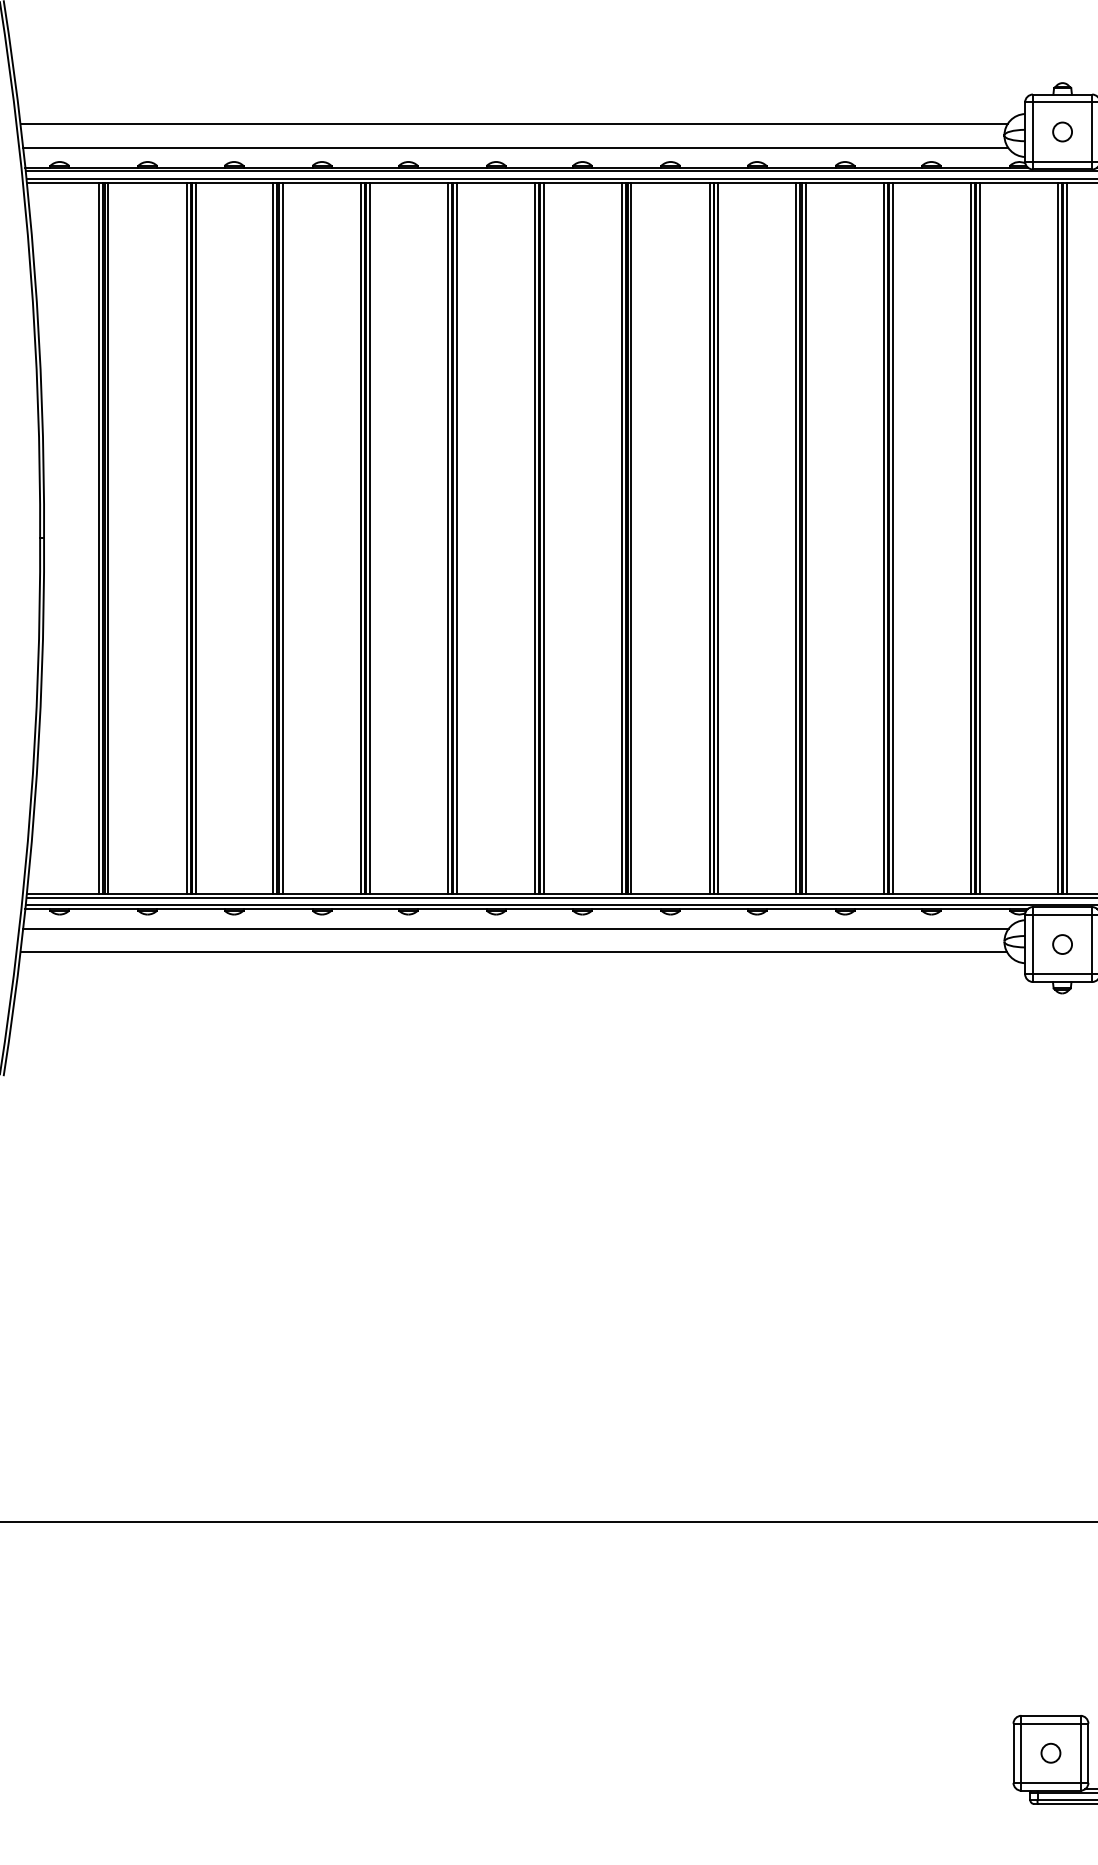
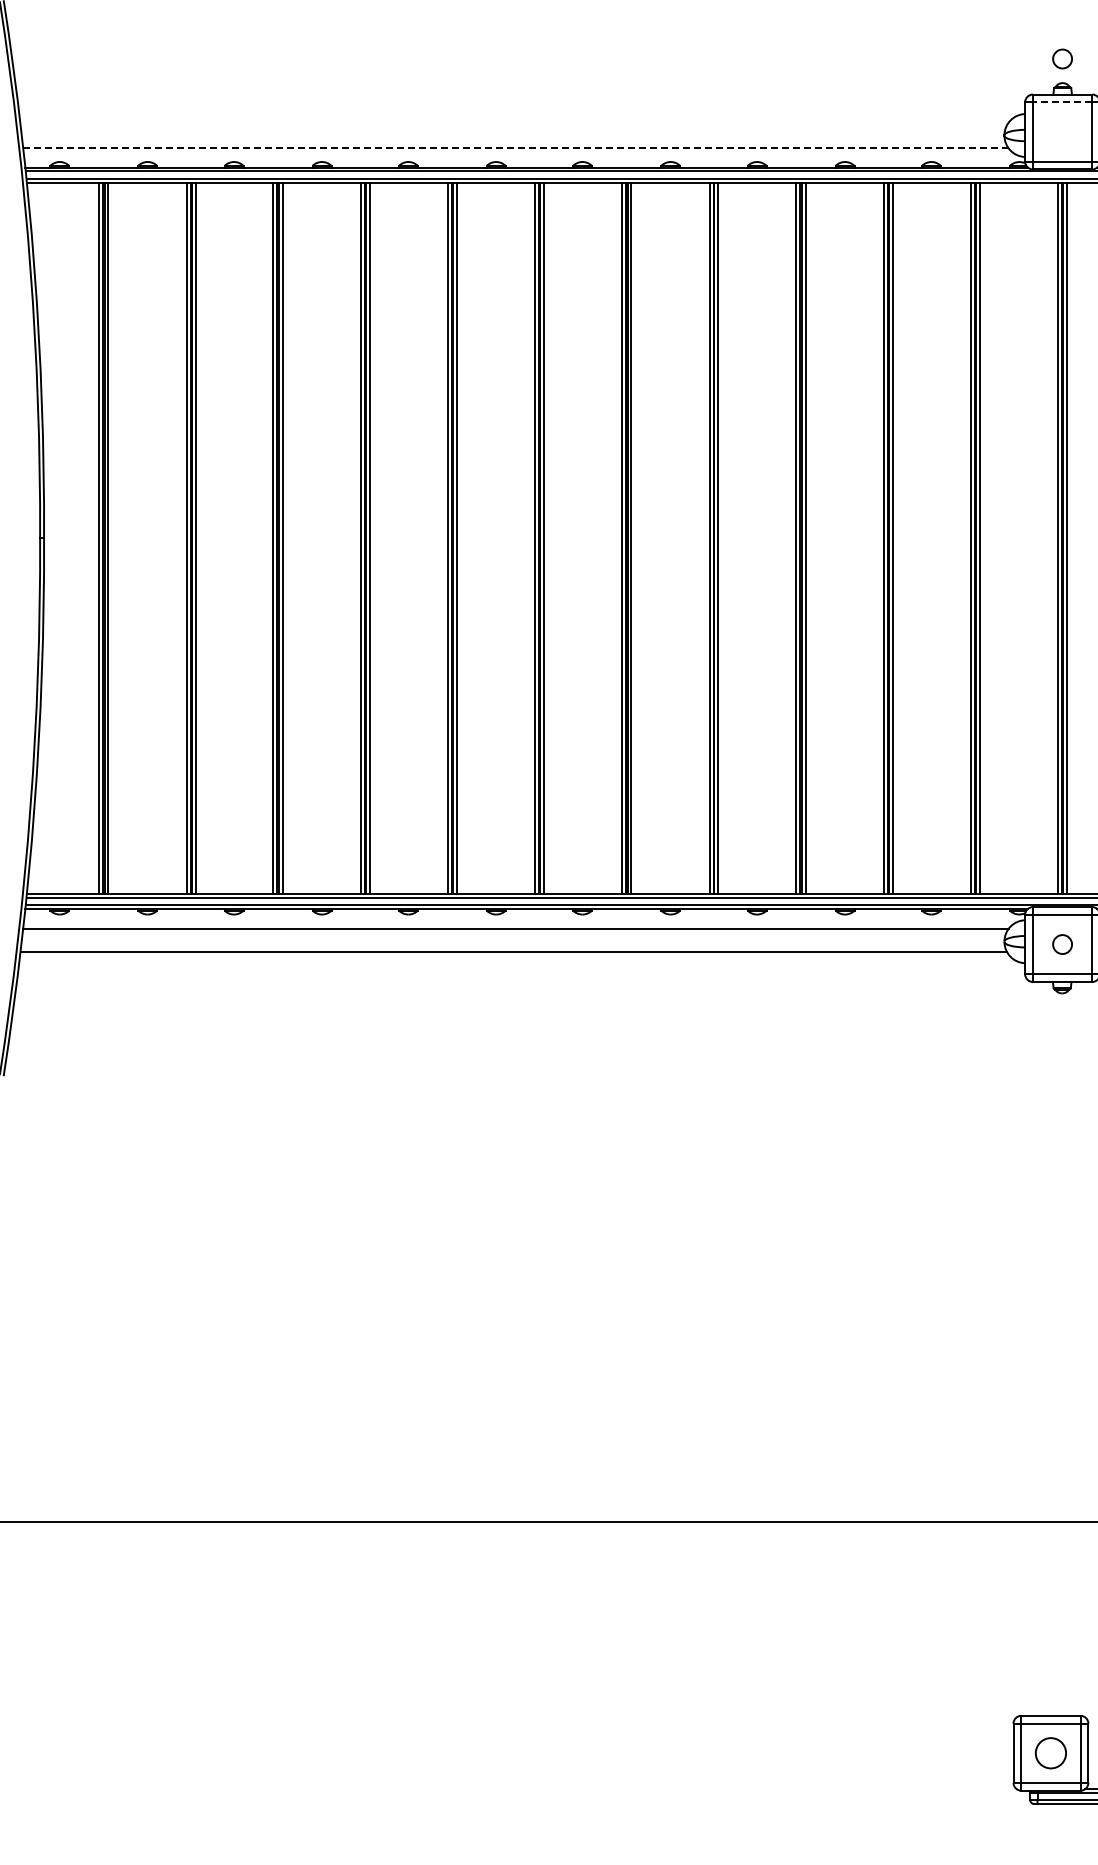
line at (1062, 102): solid -> dashed
line at (513, 124): present -> none
circle at (1062, 131) position: (1062, 131) -> (1062, 58)
line at (516, 147): solid -> dashed
circle at (1050, 1752) diameter: 19 px -> 30 px
